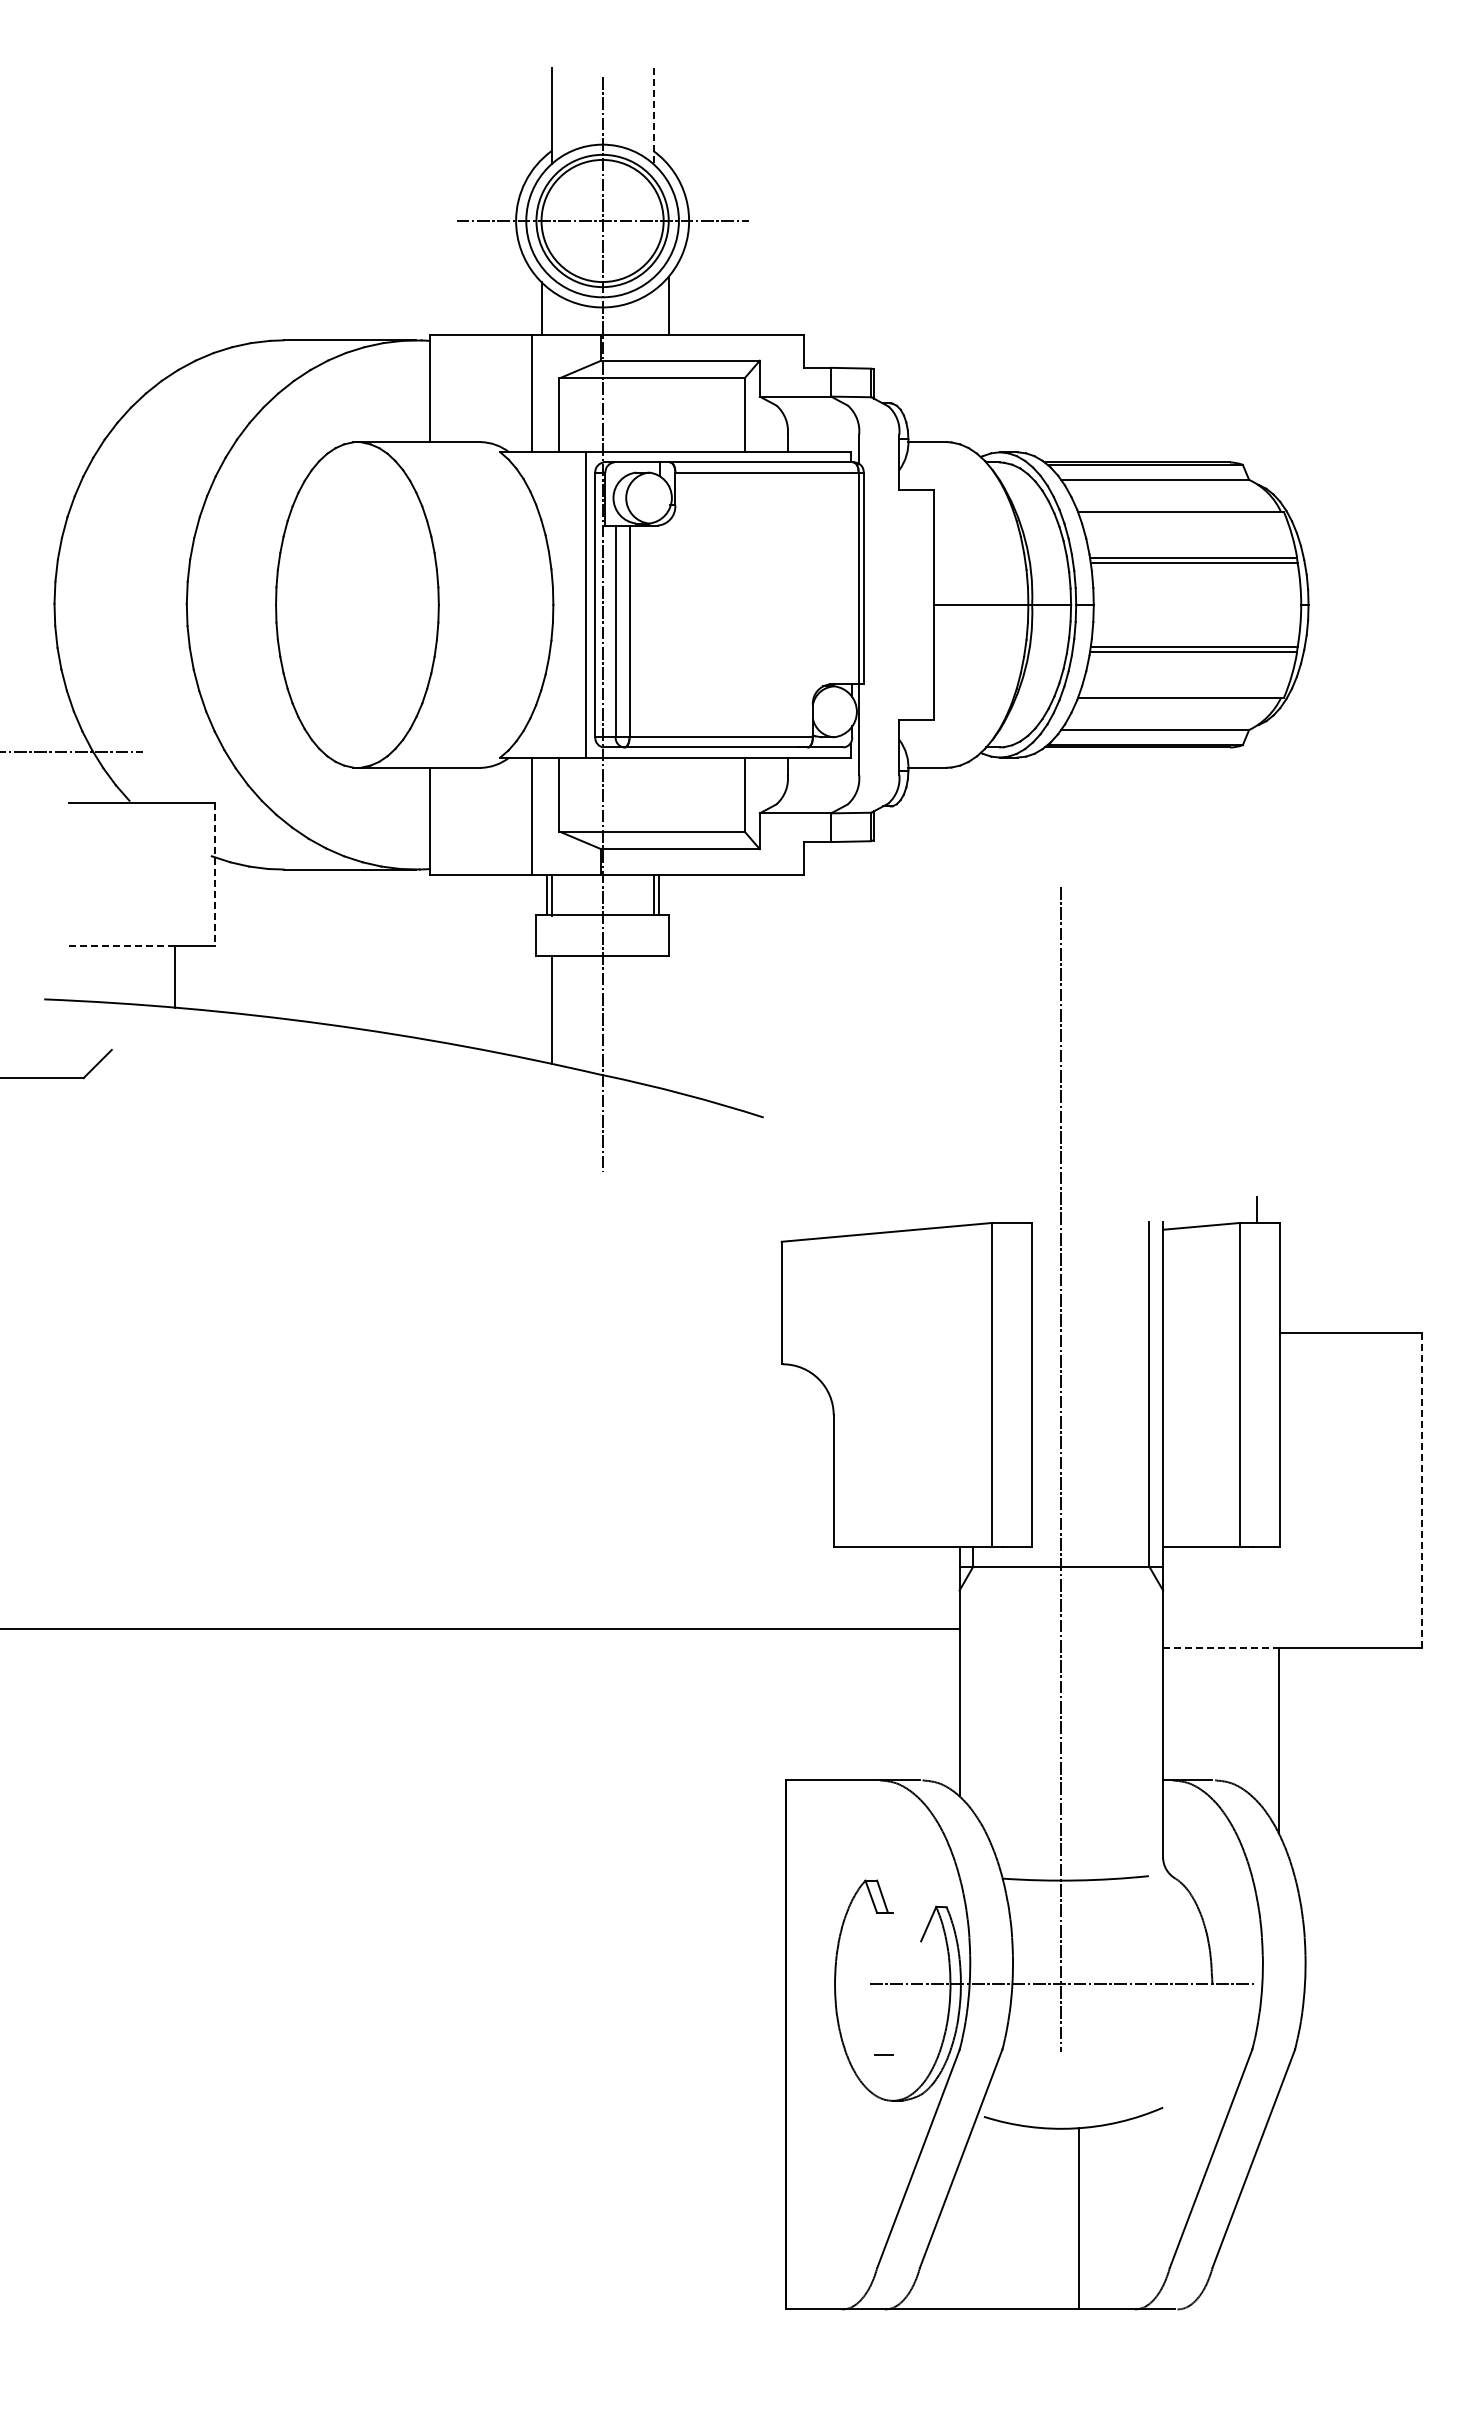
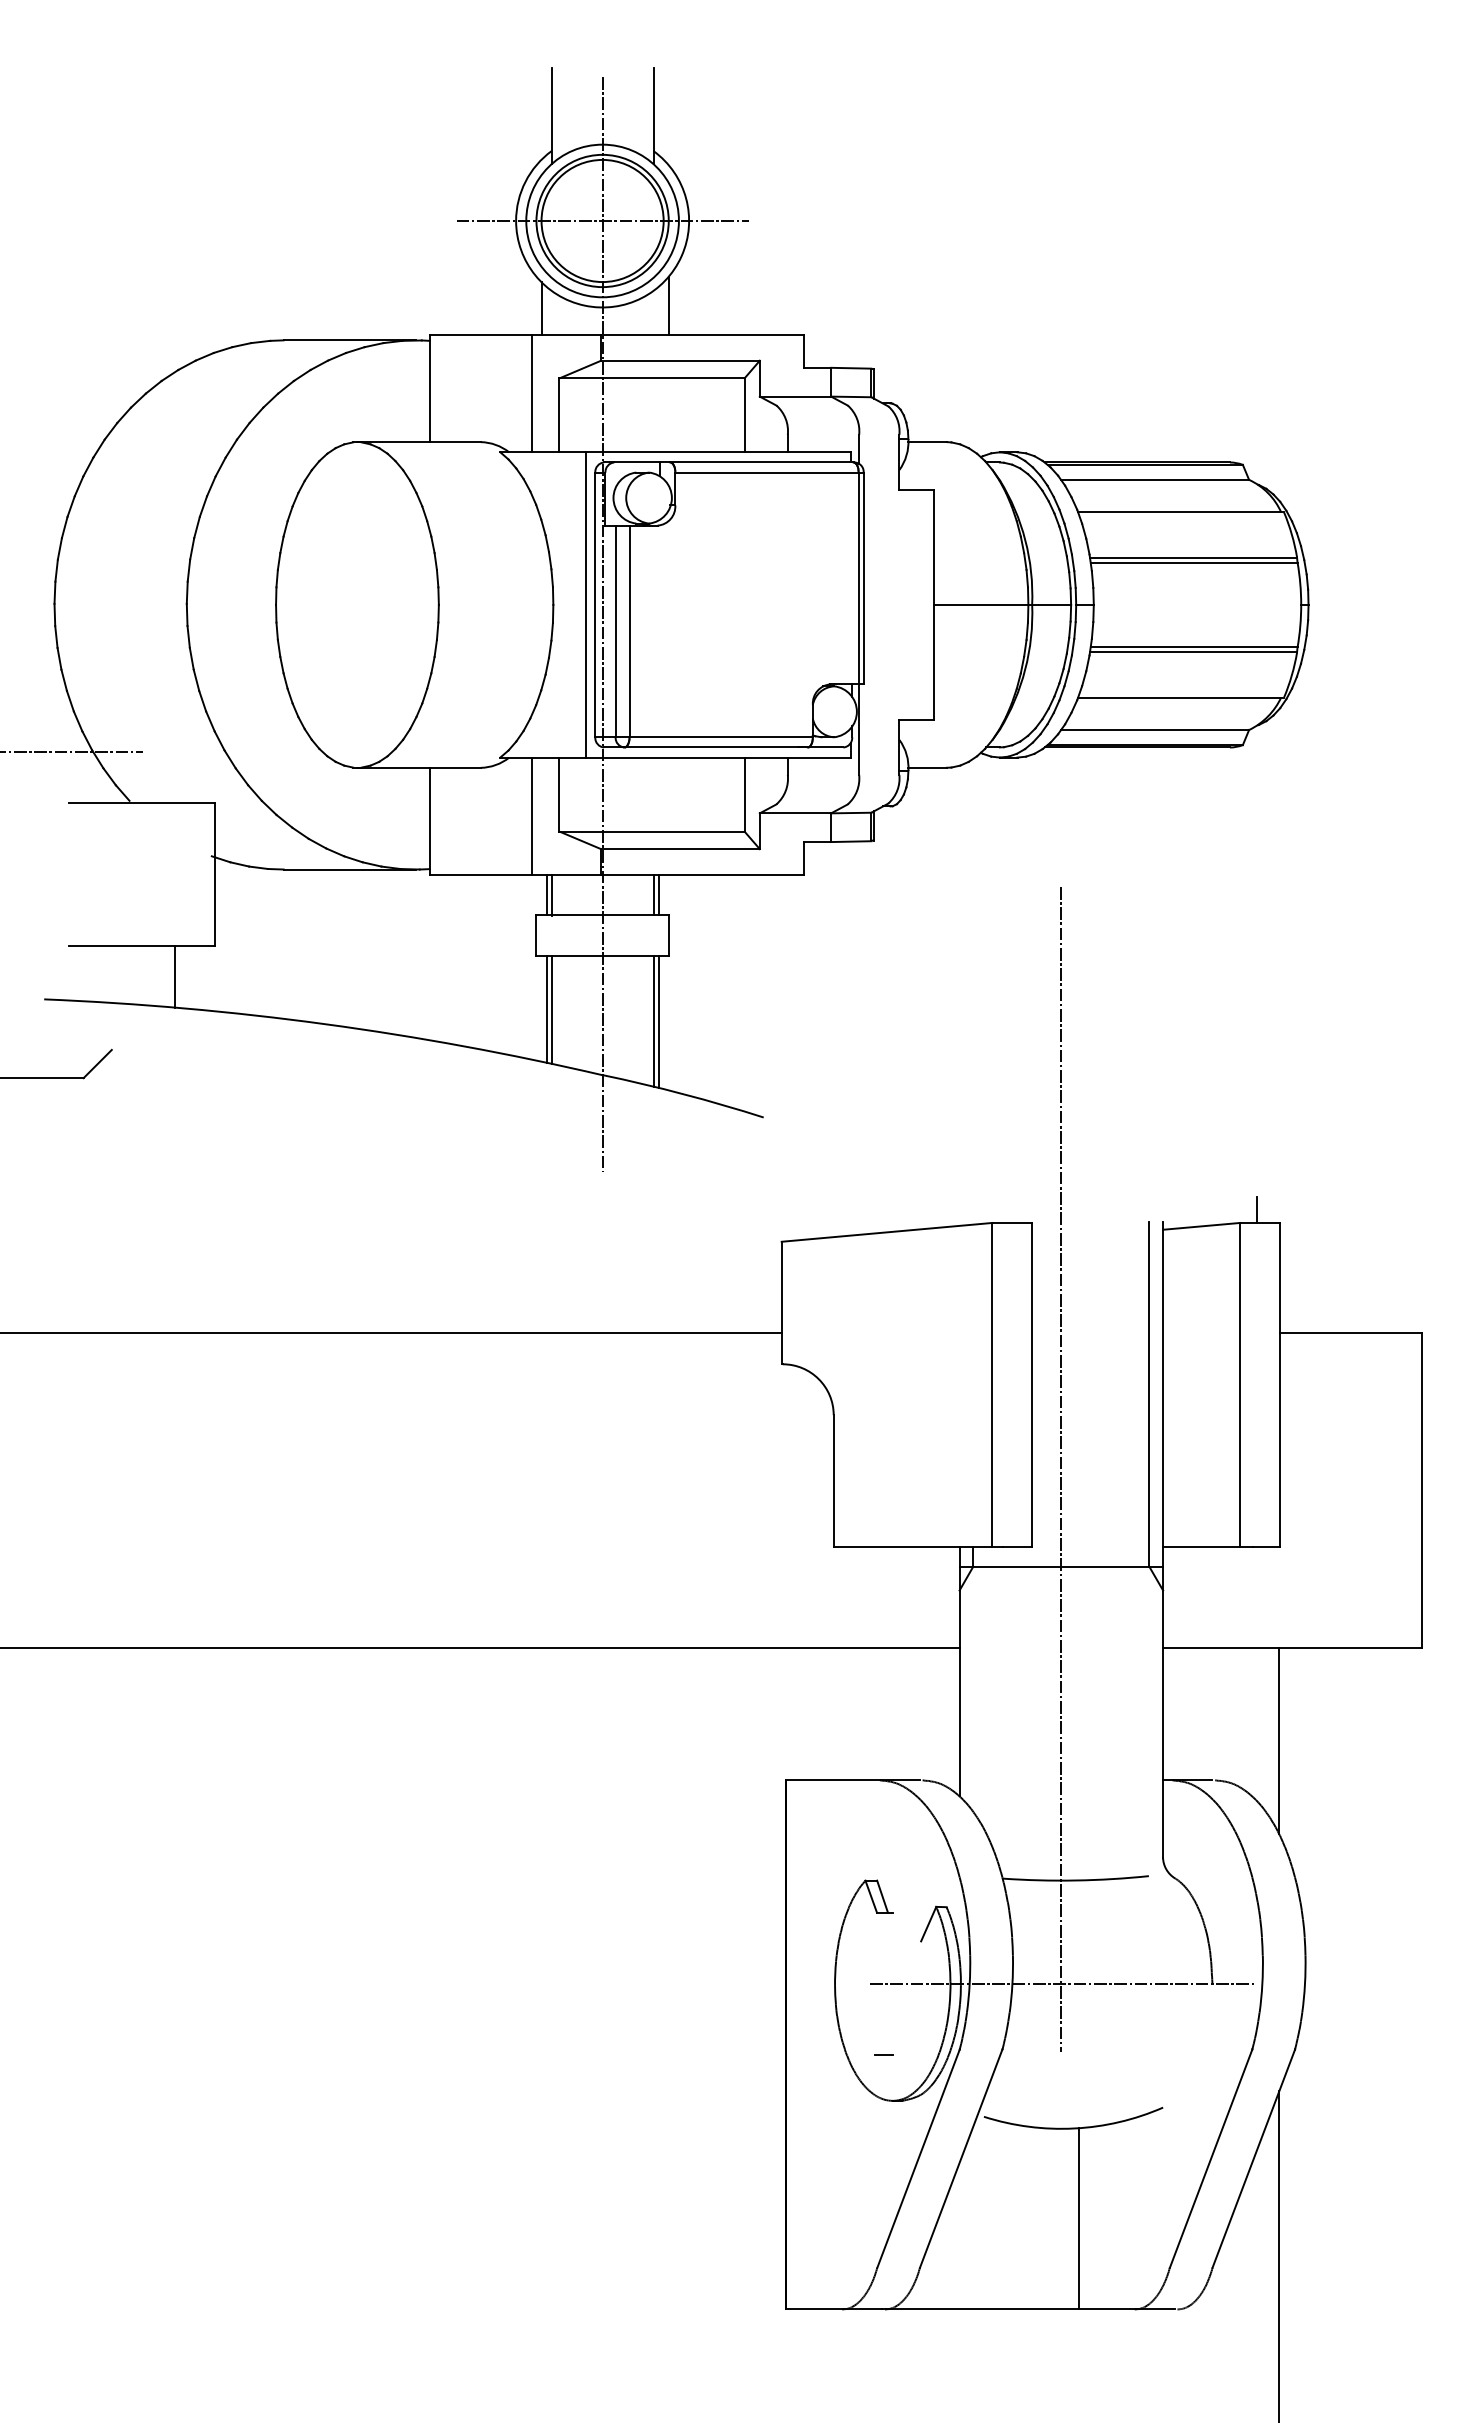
line at (653, 116): dashed -> solid
line at (214, 875): dashed -> solid
line at (122, 945): dashed -> solid
line at (546, 1009): none -> present
line at (653, 1021): none -> present
line at (658, 1021): none -> present
line at (391, 1332): none -> present
line at (1421, 1490): dashed -> solid
line at (480, 1629) position: (480, 1629) -> (480, 1648)
line at (1221, 1648): dashed -> solid
line at (1279, 2255): none -> present
